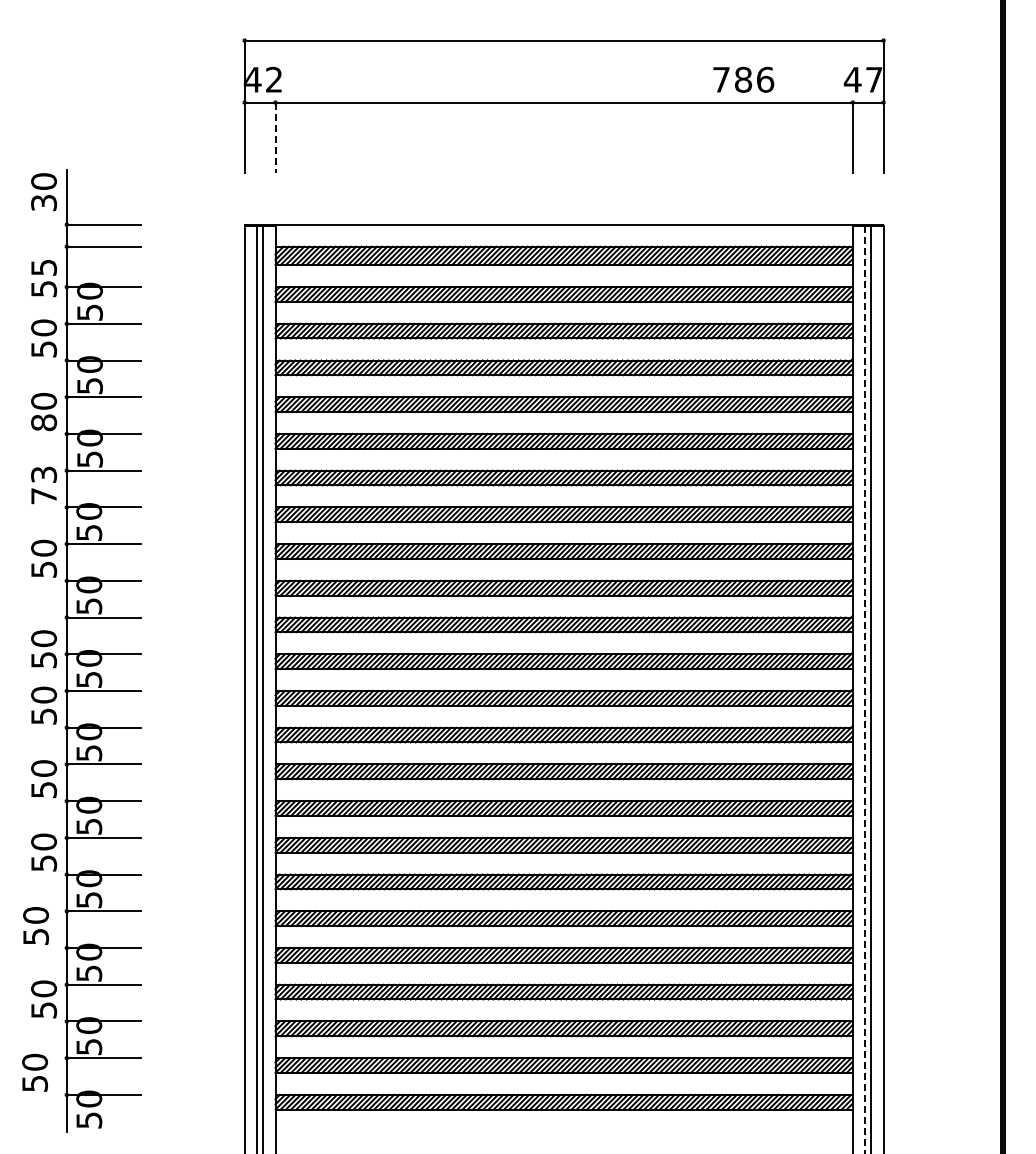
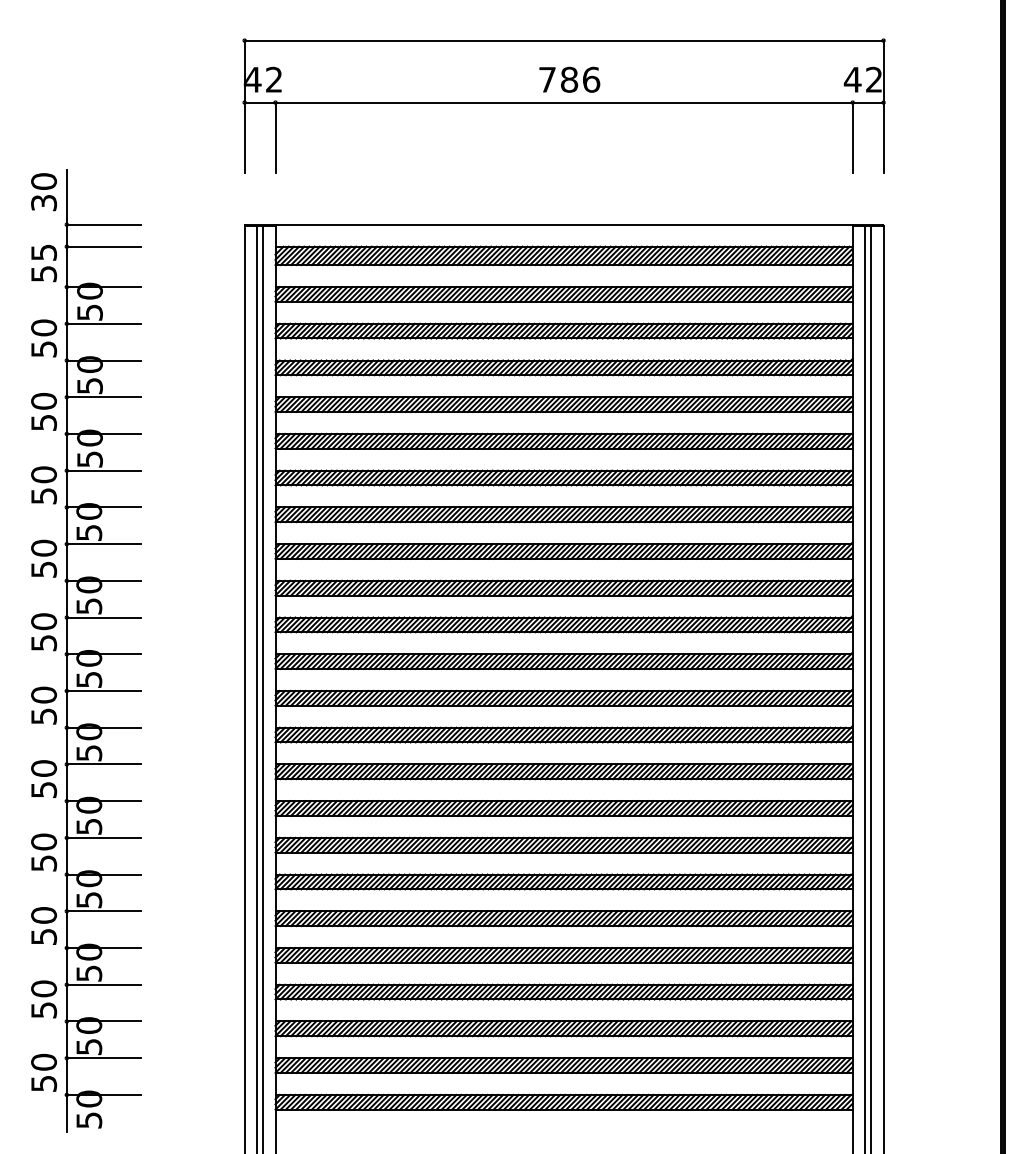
text at (743, 79) position: (743, 79) -> (569, 79)
text at (874, 79): 47 -> 42
line at (275, 138): dashed -> solid
text at (44, 278) position: (44, 278) -> (44, 263)
text at (44, 422): 80 -> 50
text at (44, 485): 73 -> 50
text at (43, 649) position: (43, 649) -> (43, 632)
line at (865, 690): dashed -> solid
text at (36, 925) position: (36, 925) -> (44, 925)
text at (35, 1072) position: (35, 1072) -> (44, 1072)
